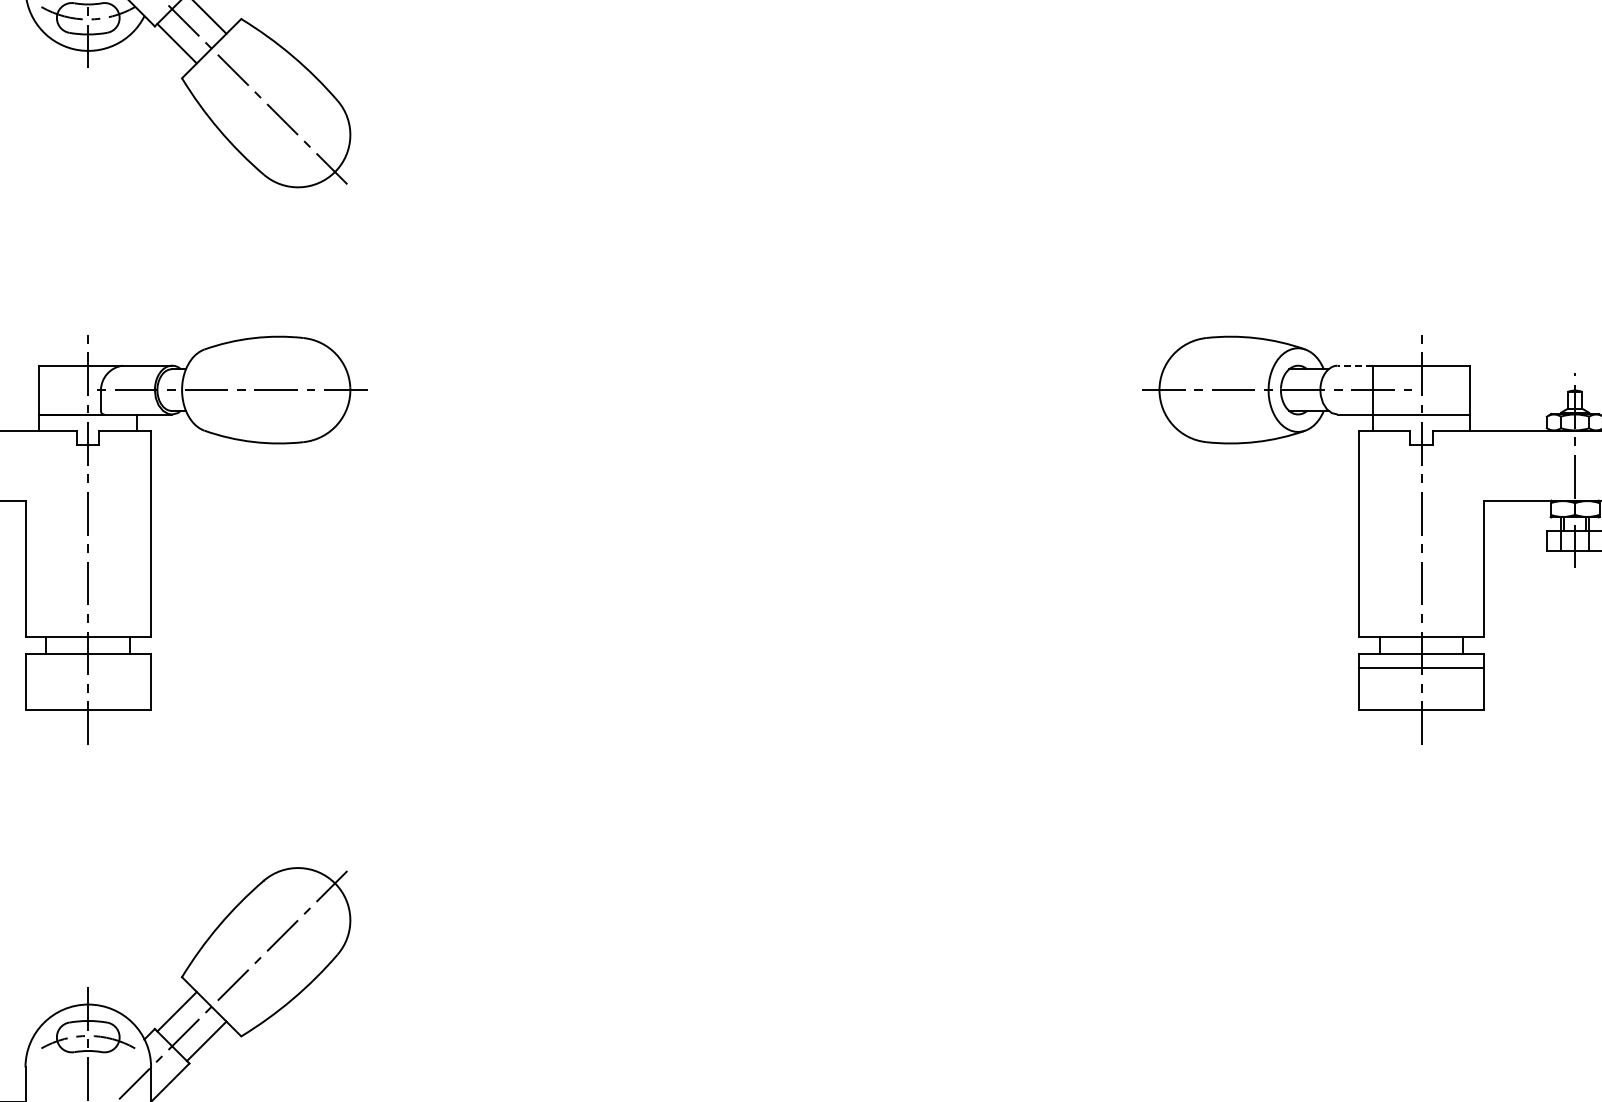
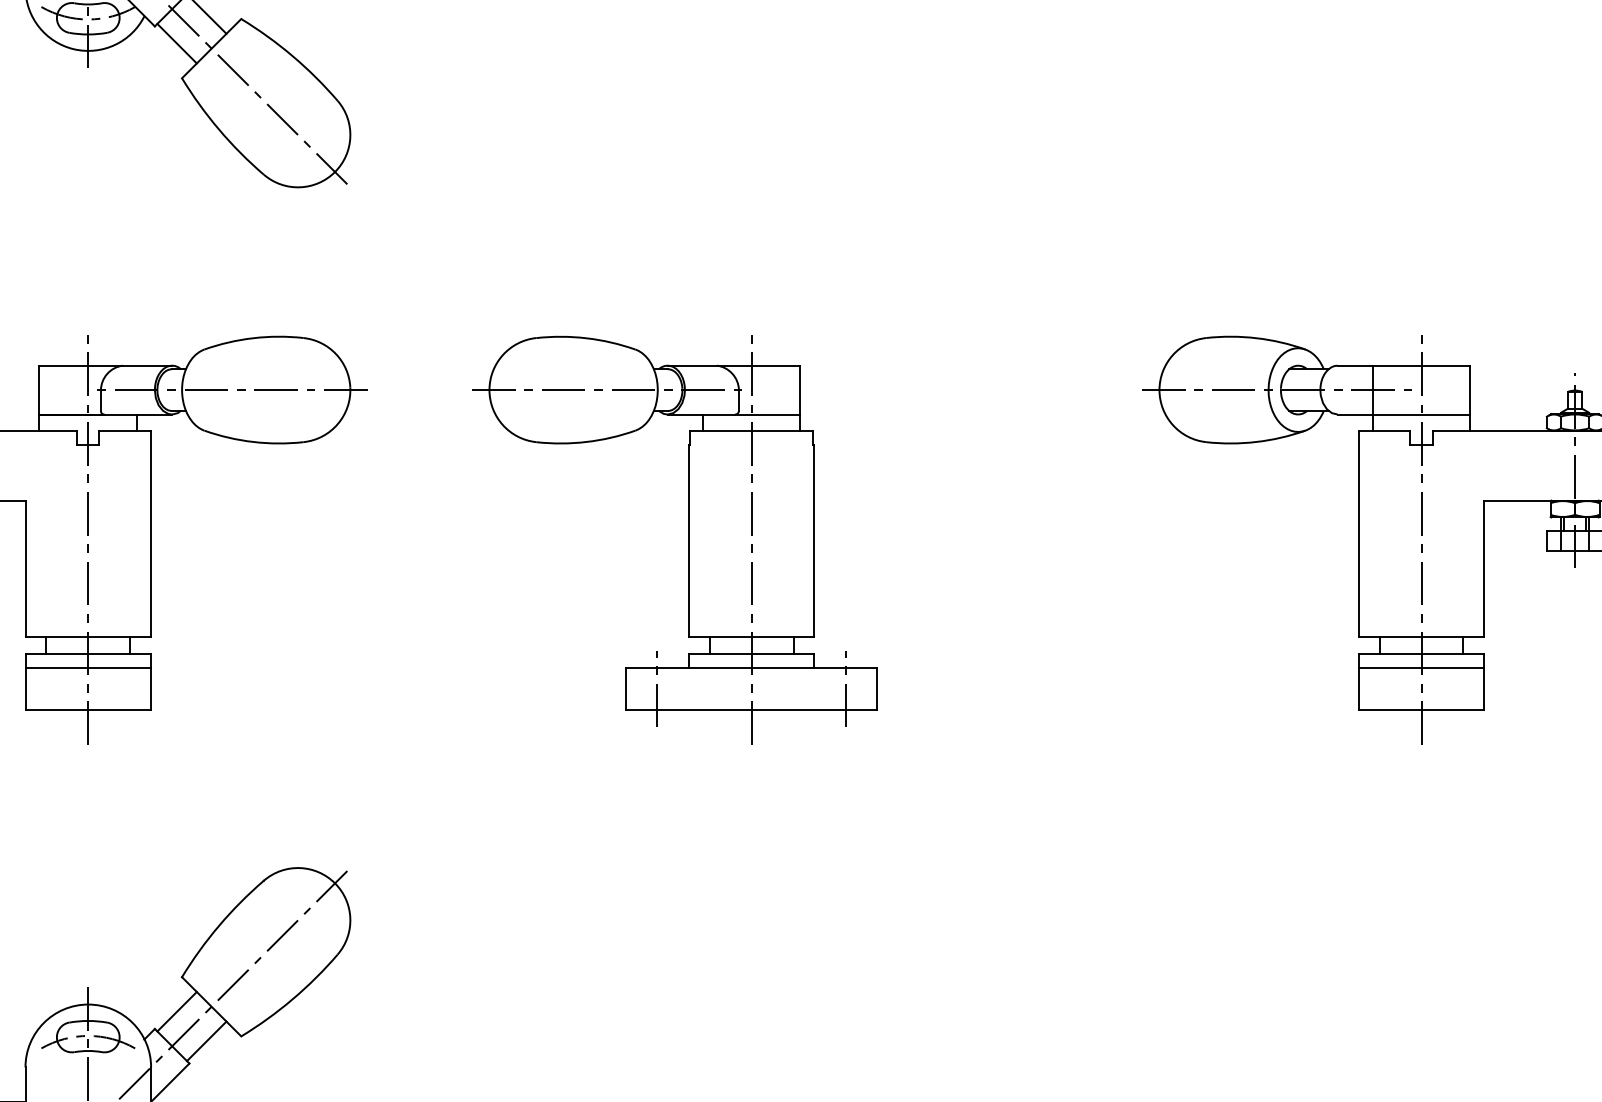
line at (1355, 365): dashed -> solid
part at (688, 539): none -> present
line at (88, 668): none -> present
